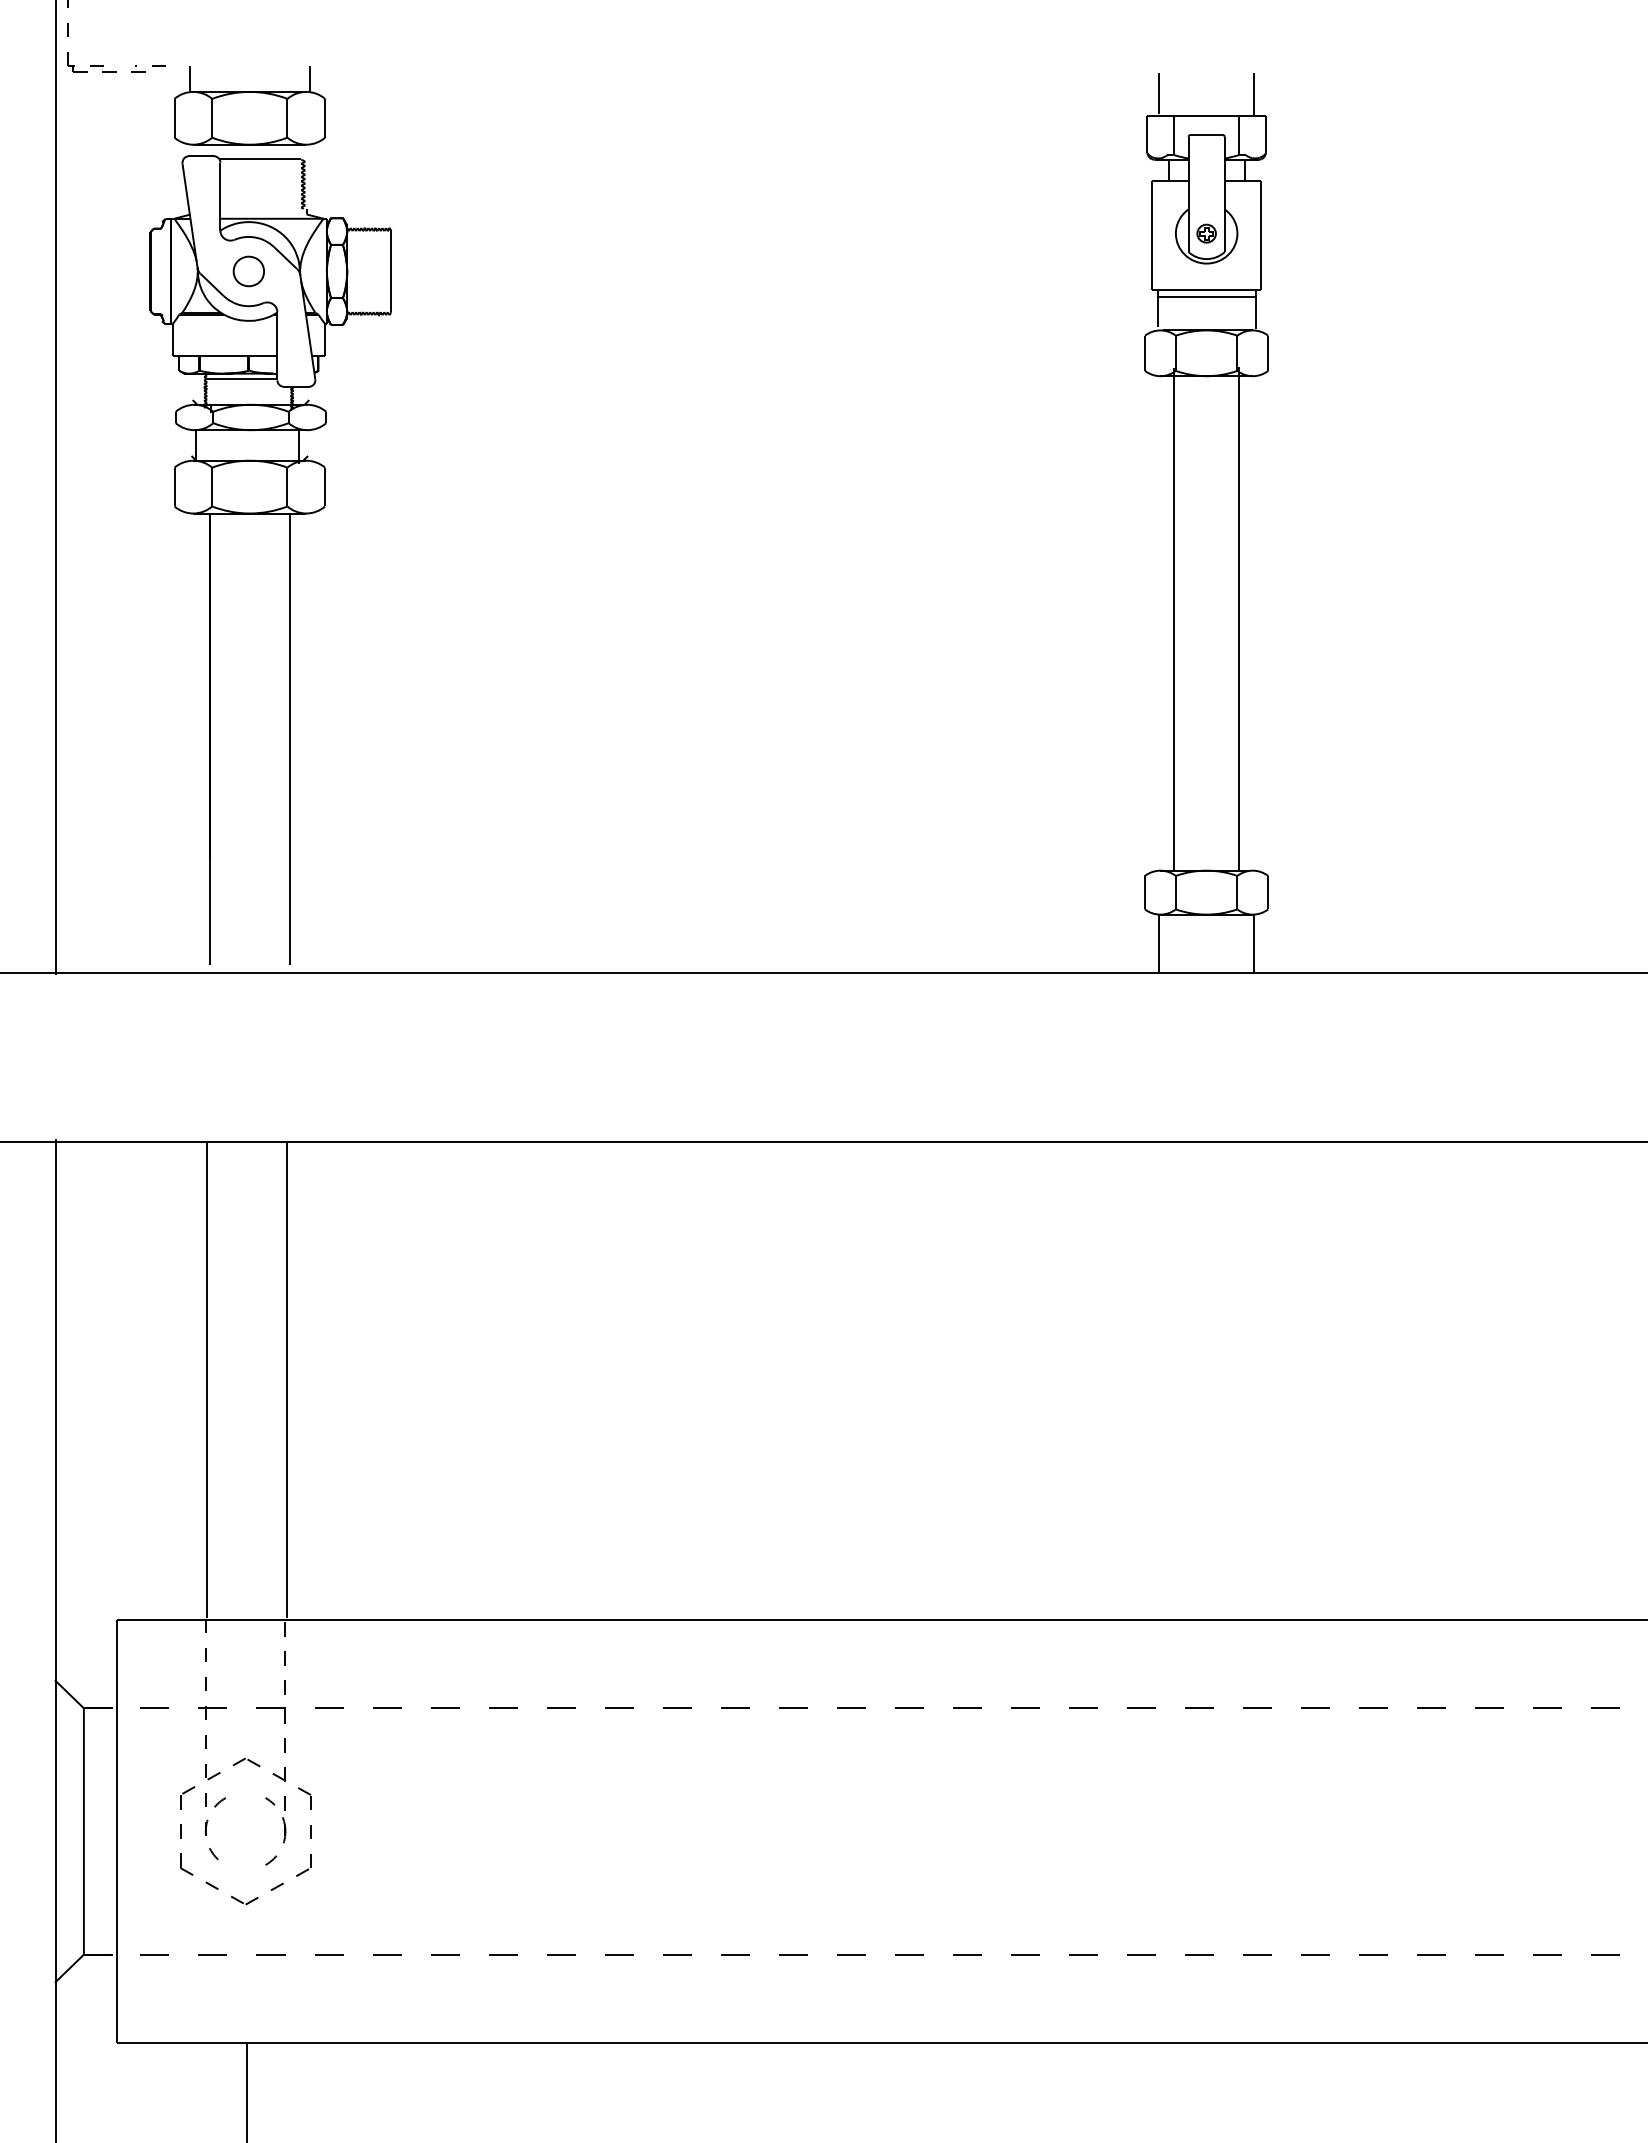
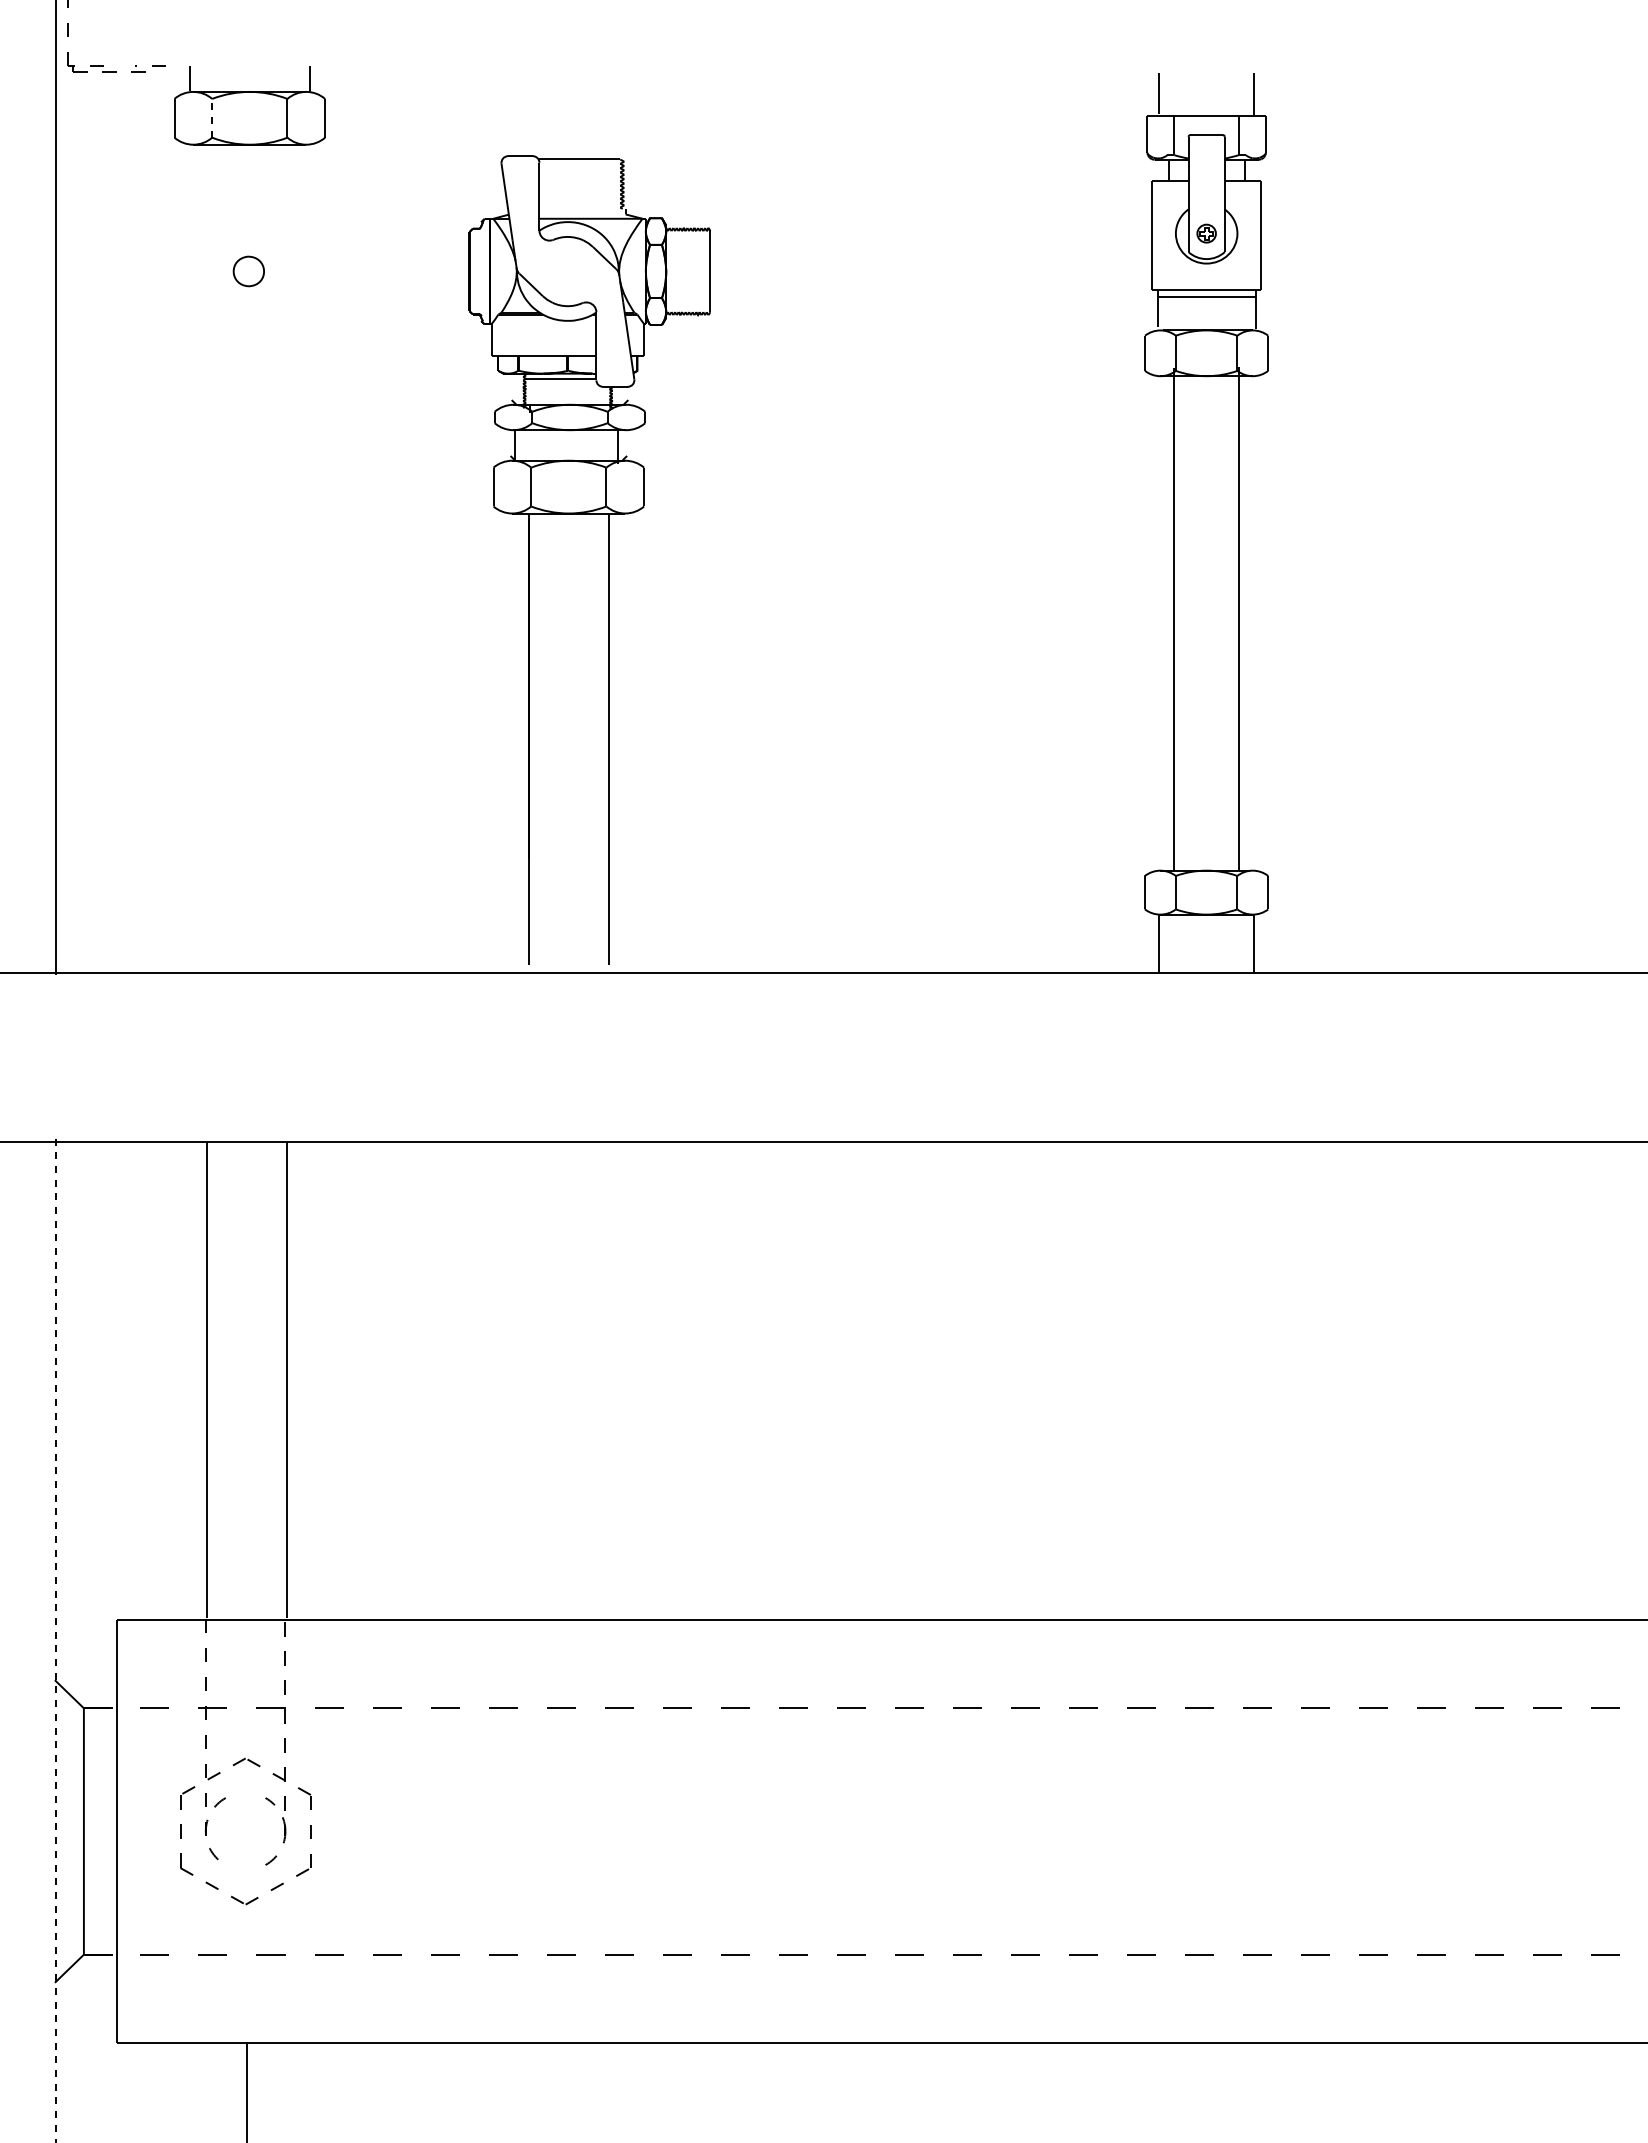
line at (212, 117): solid -> dashed
part at (289, 559) position: (289, 559) -> (608, 559)
line at (55, 1640): solid -> dashed
